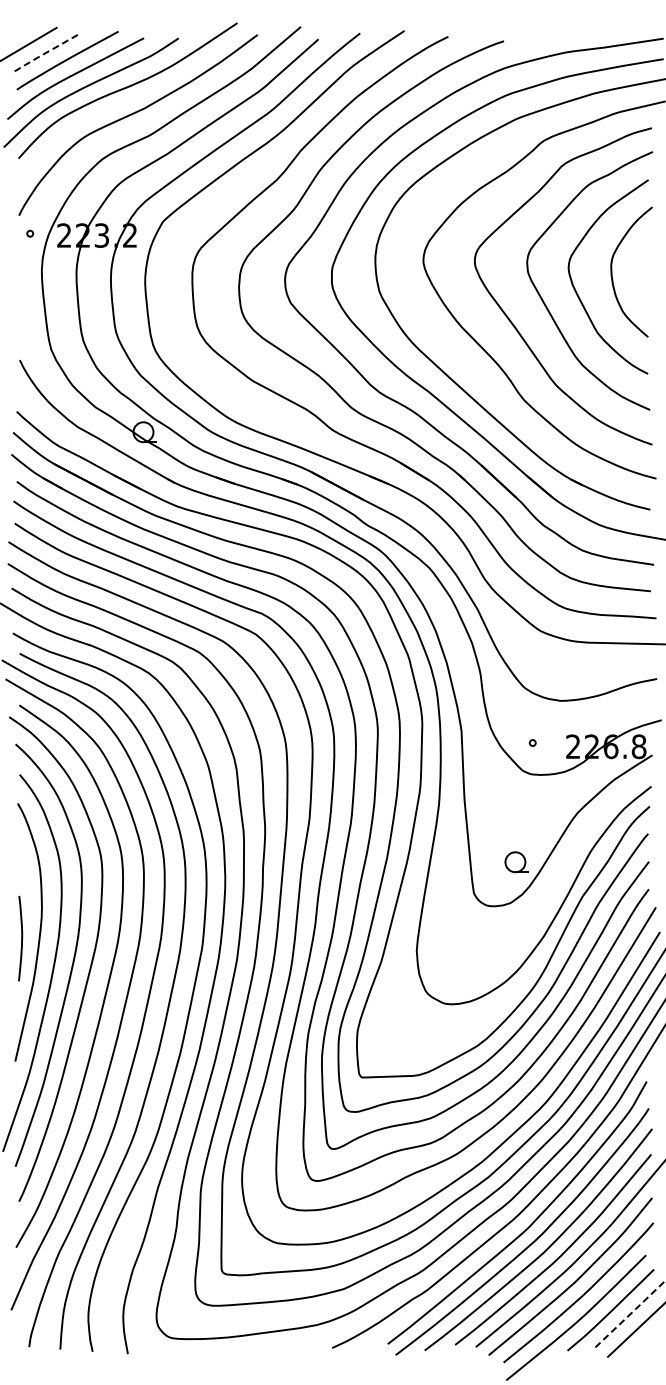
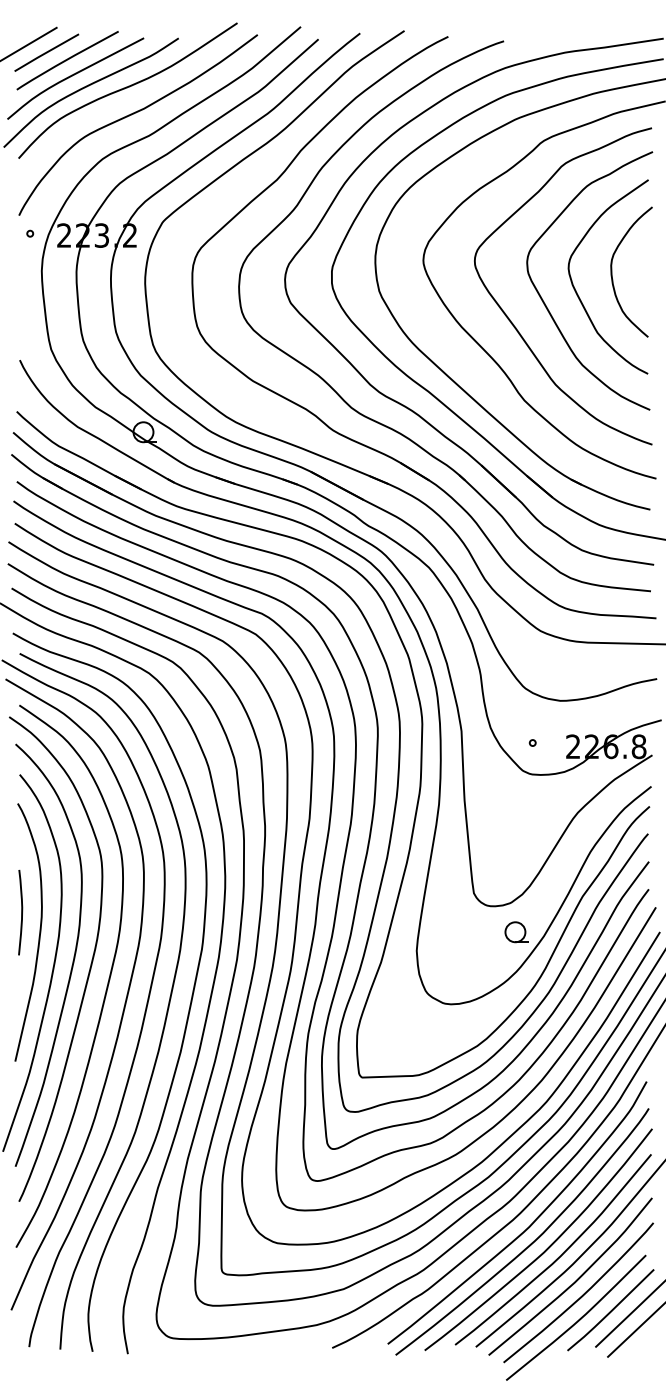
line at (46, 52): dashed -> solid
part at (516, 862) position: (516, 862) -> (516, 932)
curve at (21, 938) position: (21, 938) -> (21, 912)
line at (630, 1313): dashed -> solid
